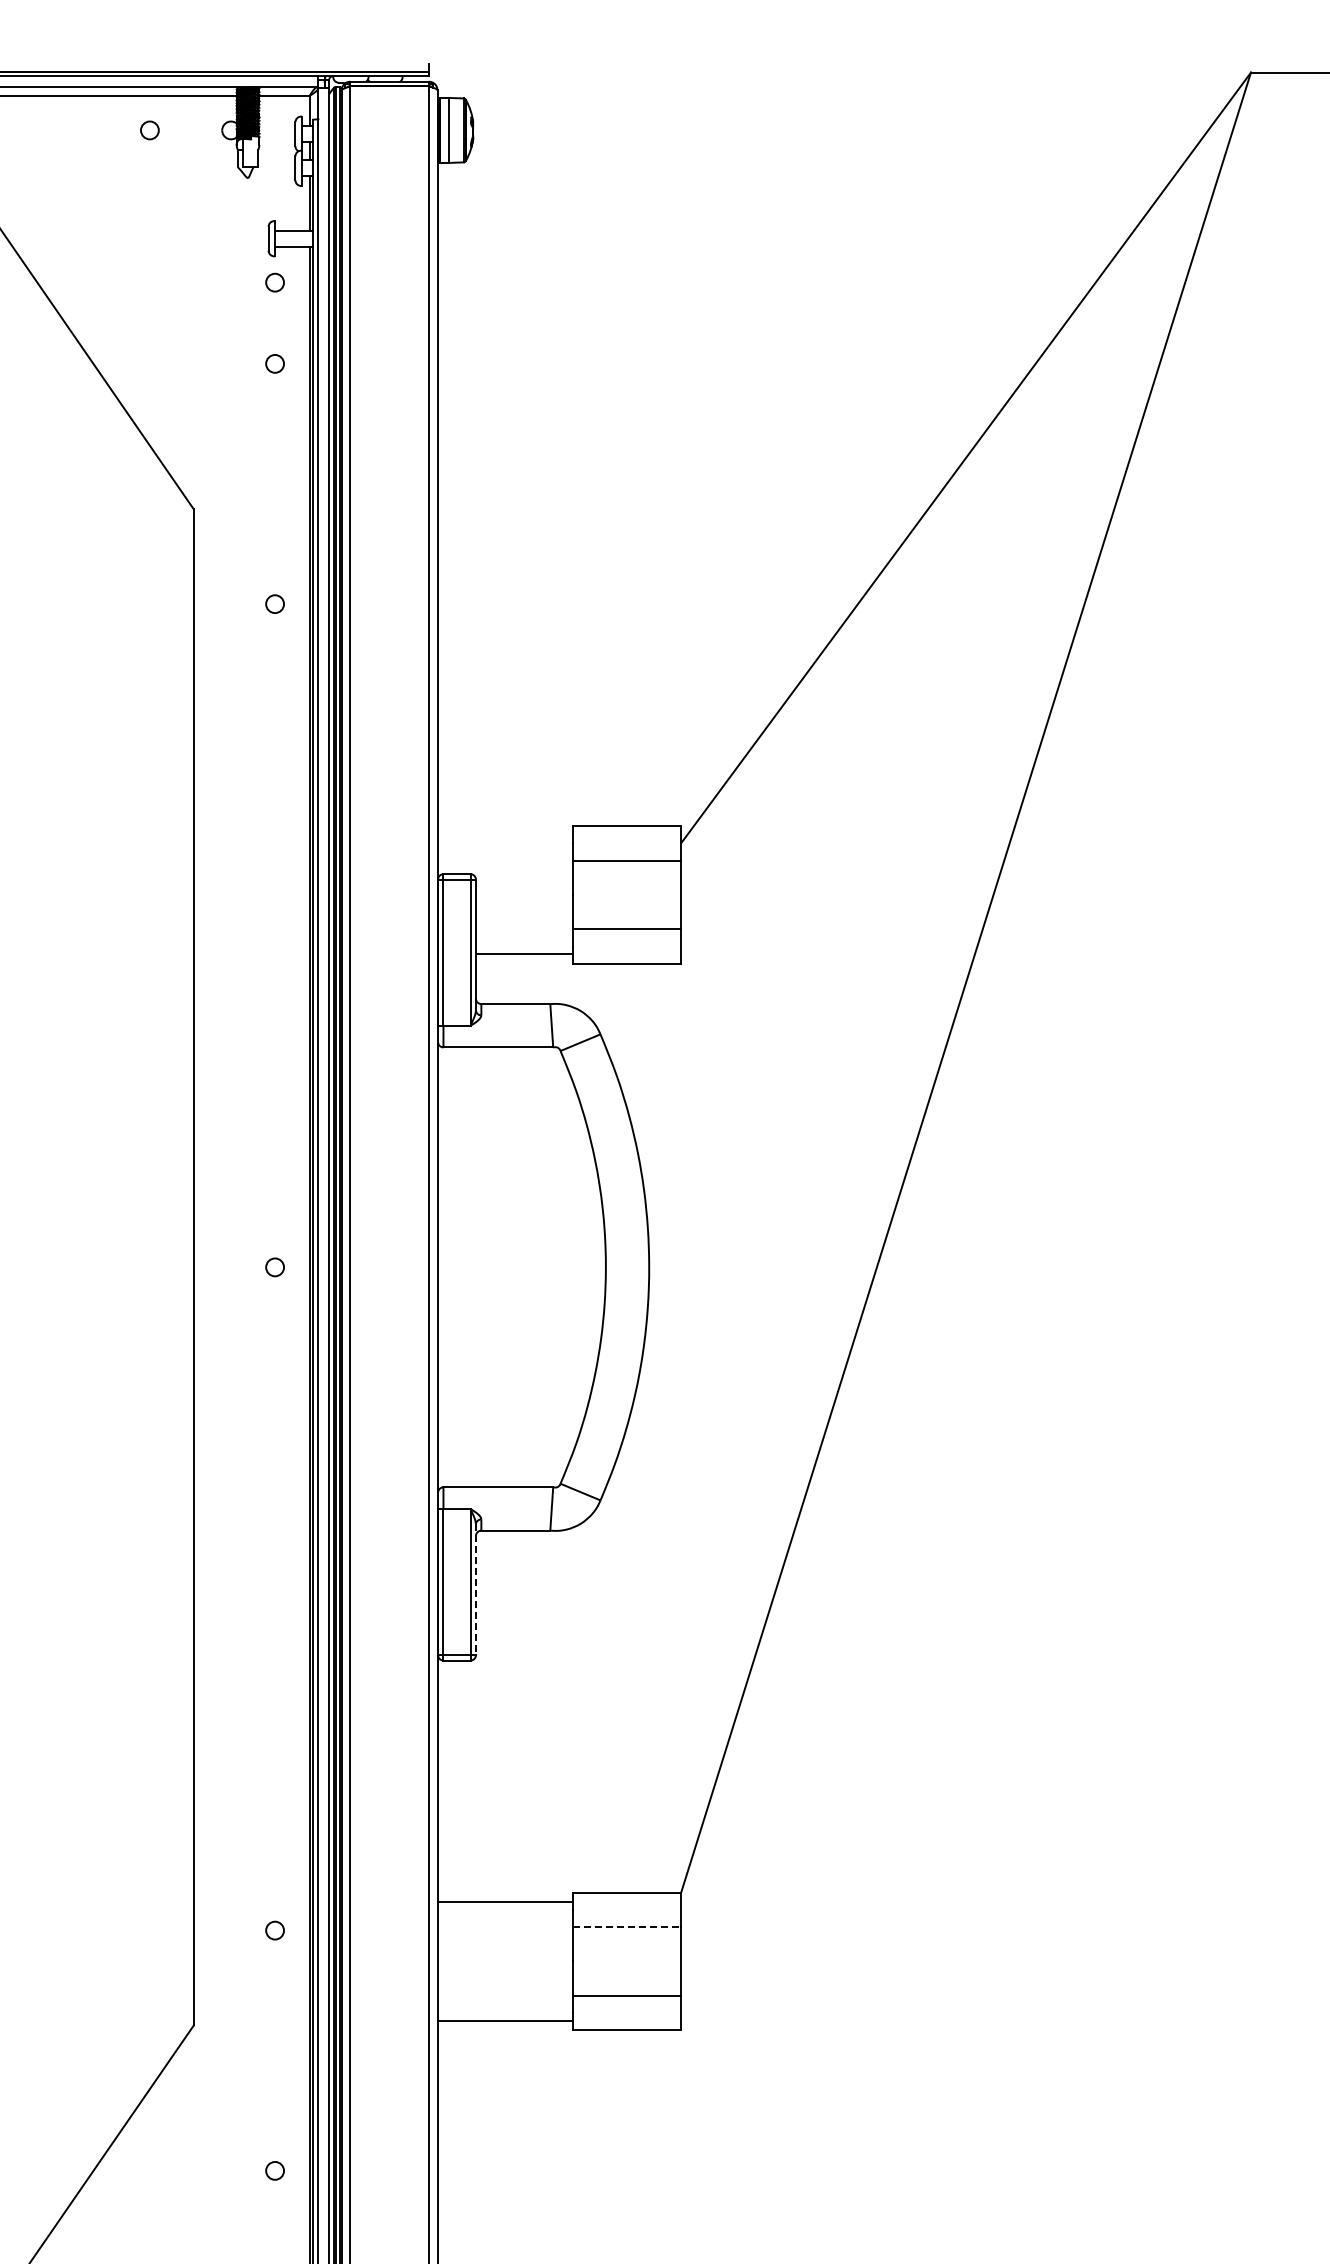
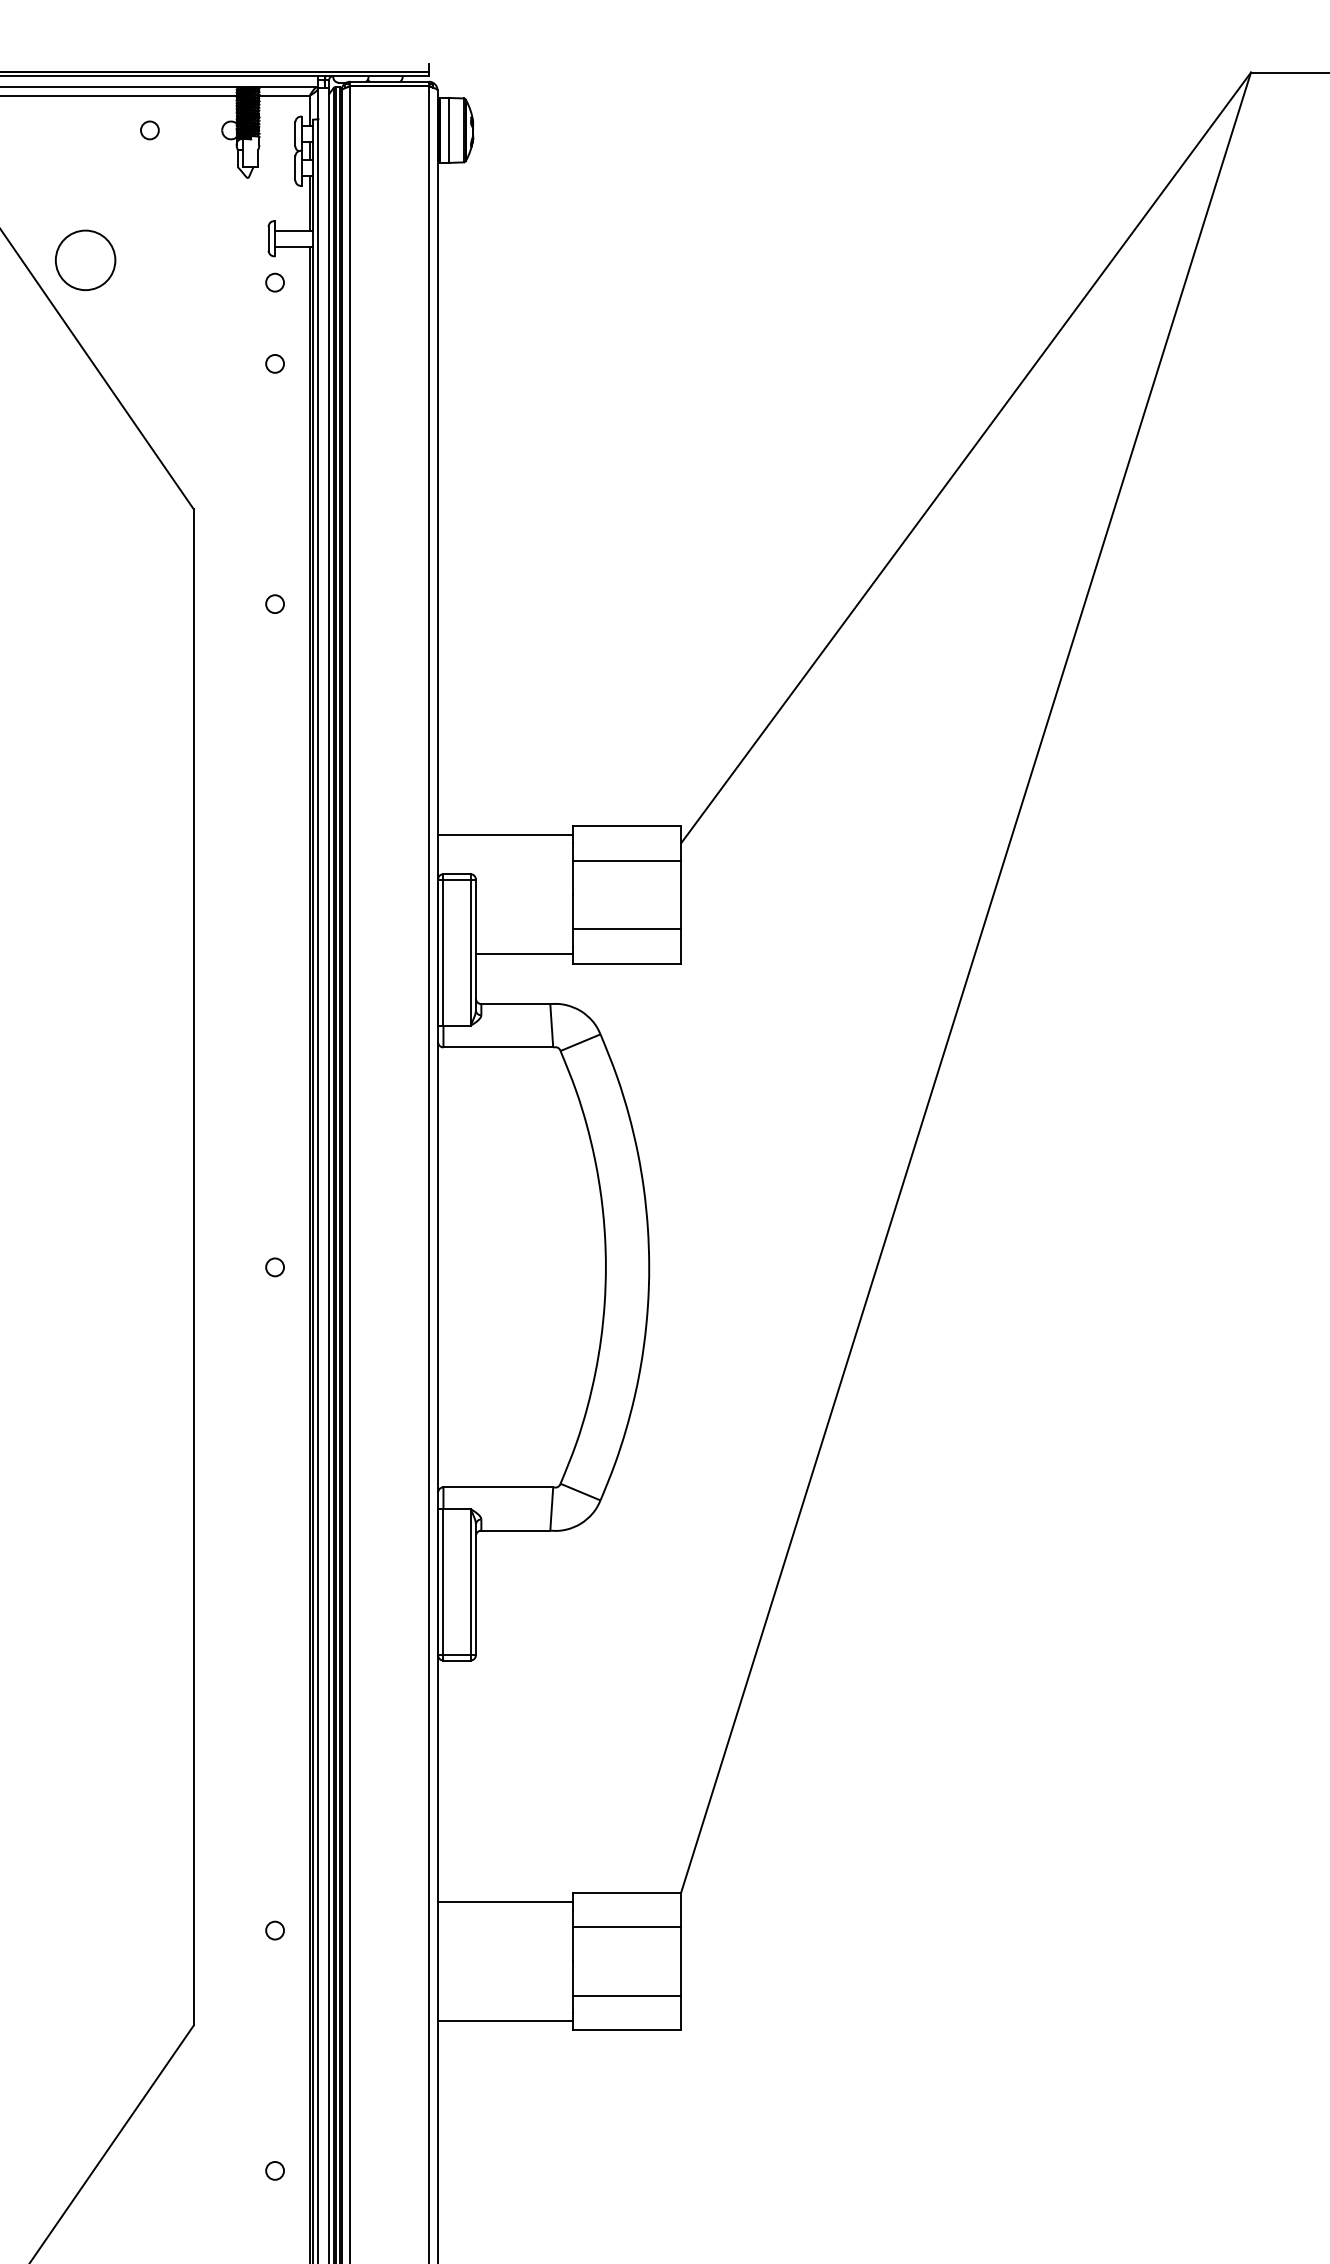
circle at (85, 259): none -> present
line at (504, 835): none -> present
line at (475, 1590): dashed -> solid
line at (627, 1927): dashed -> solid
